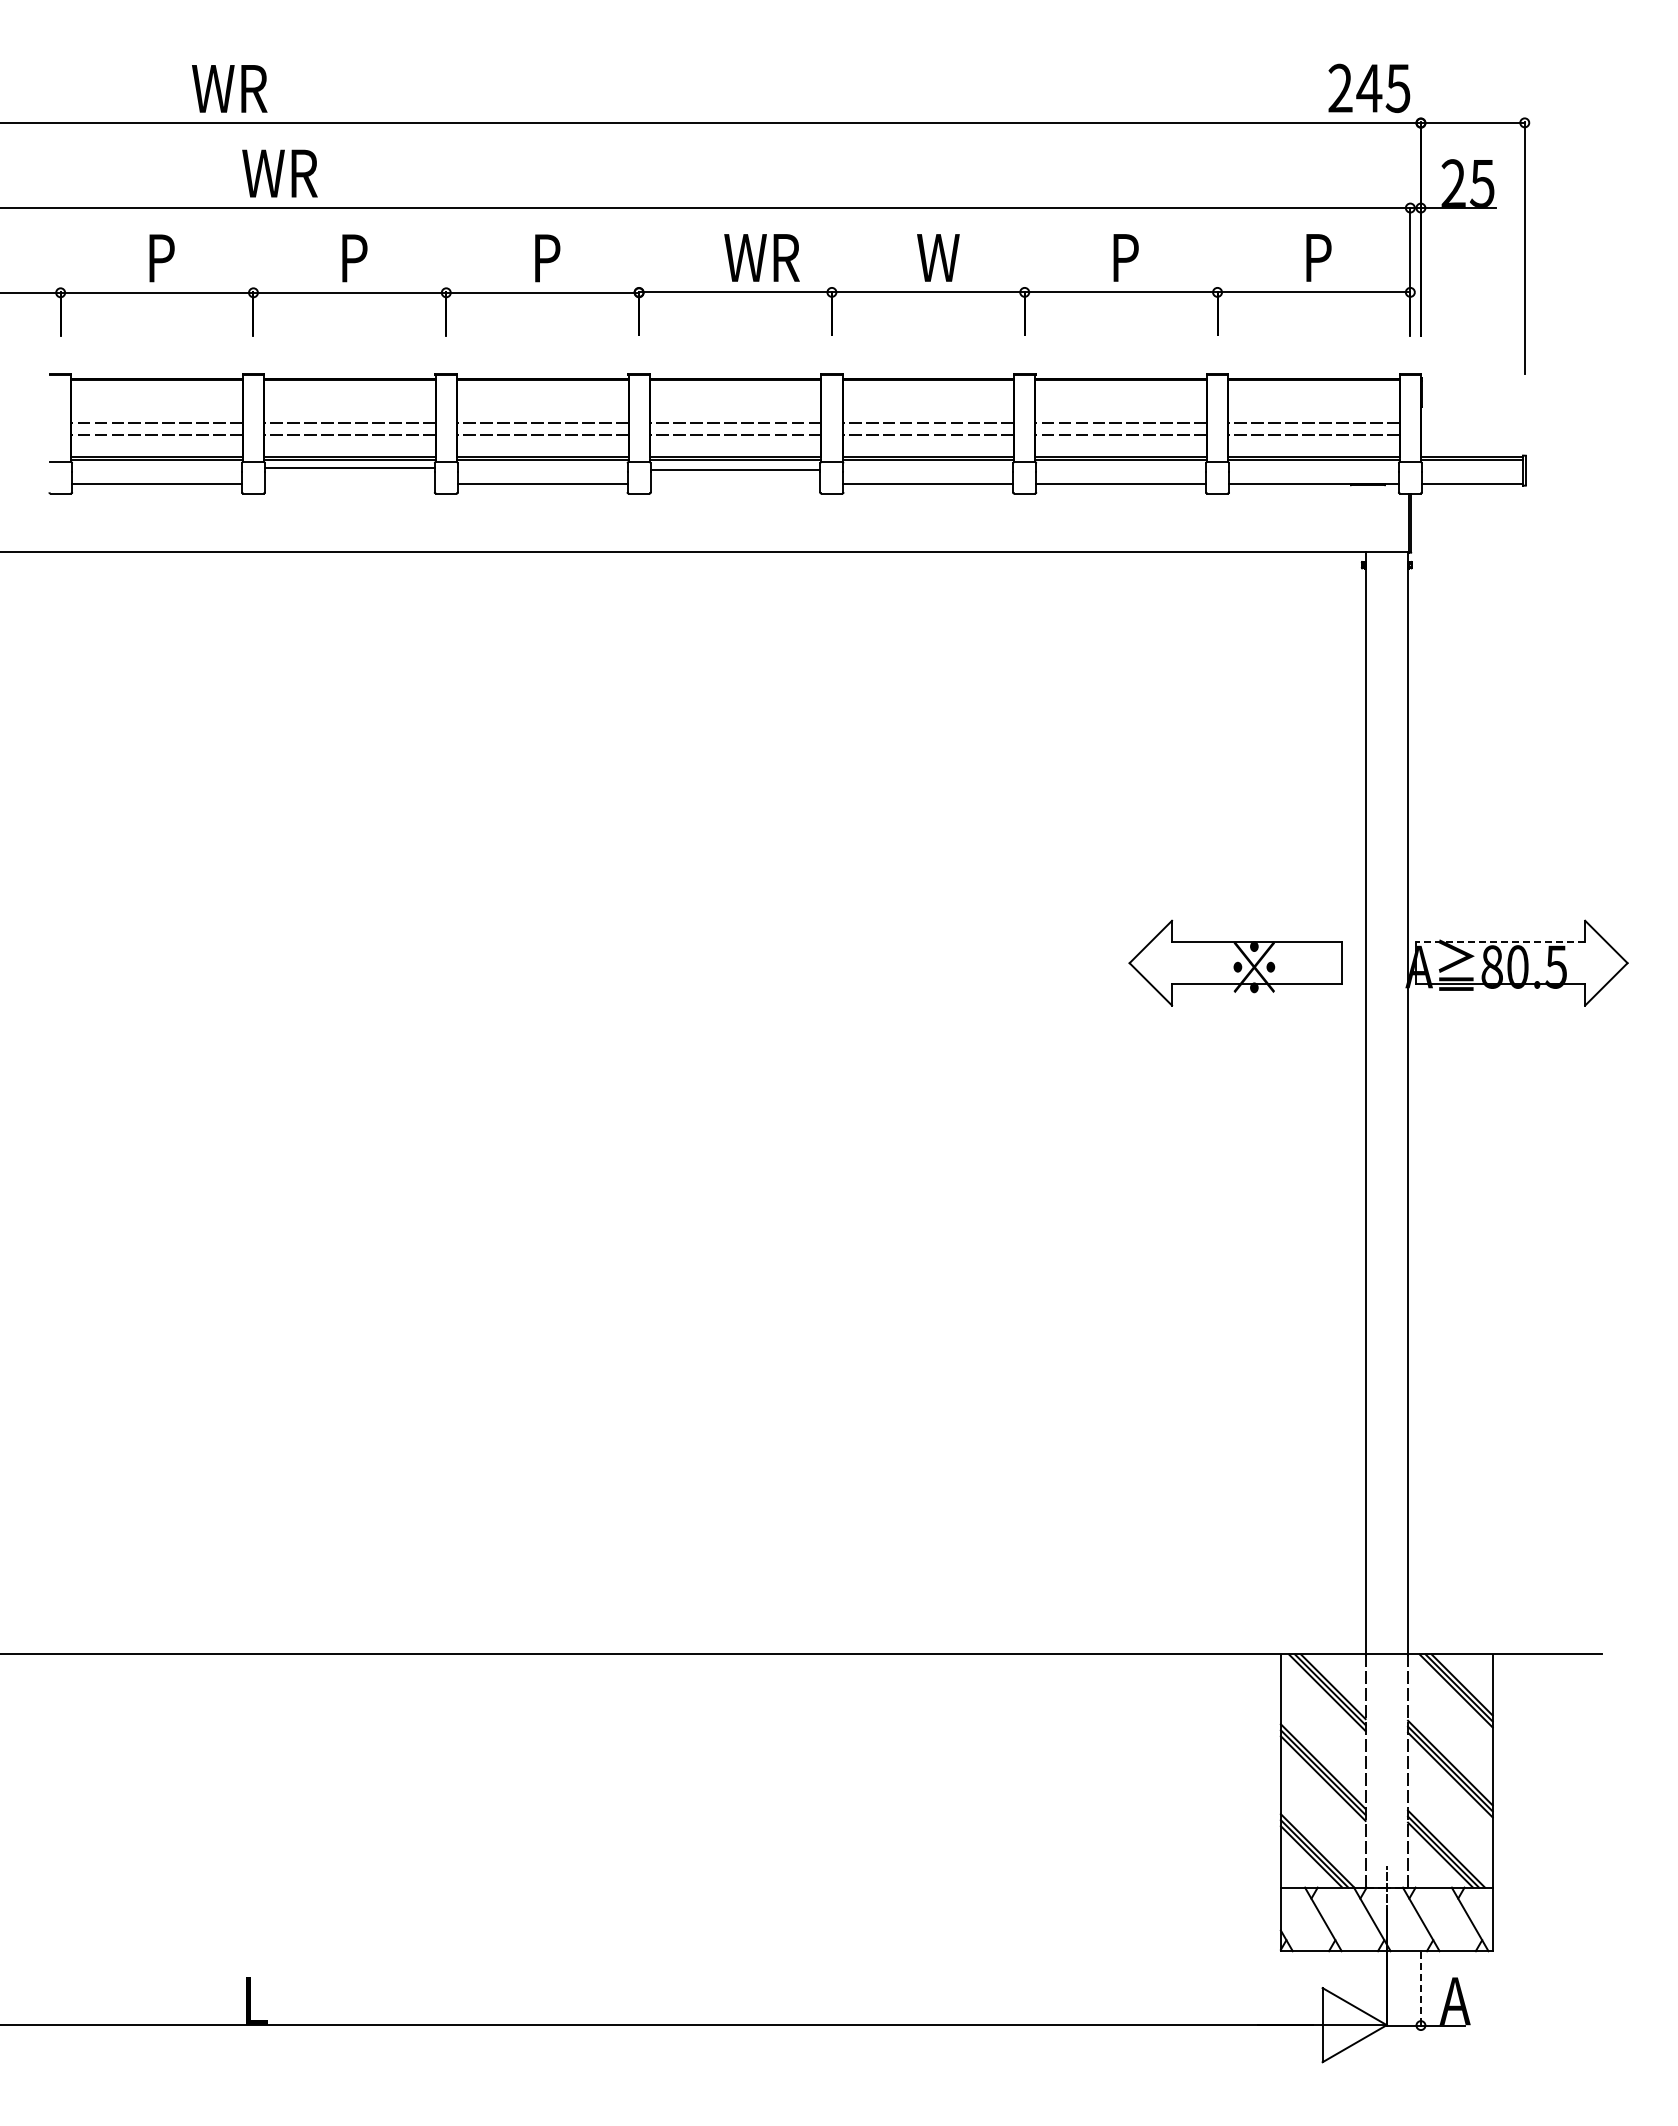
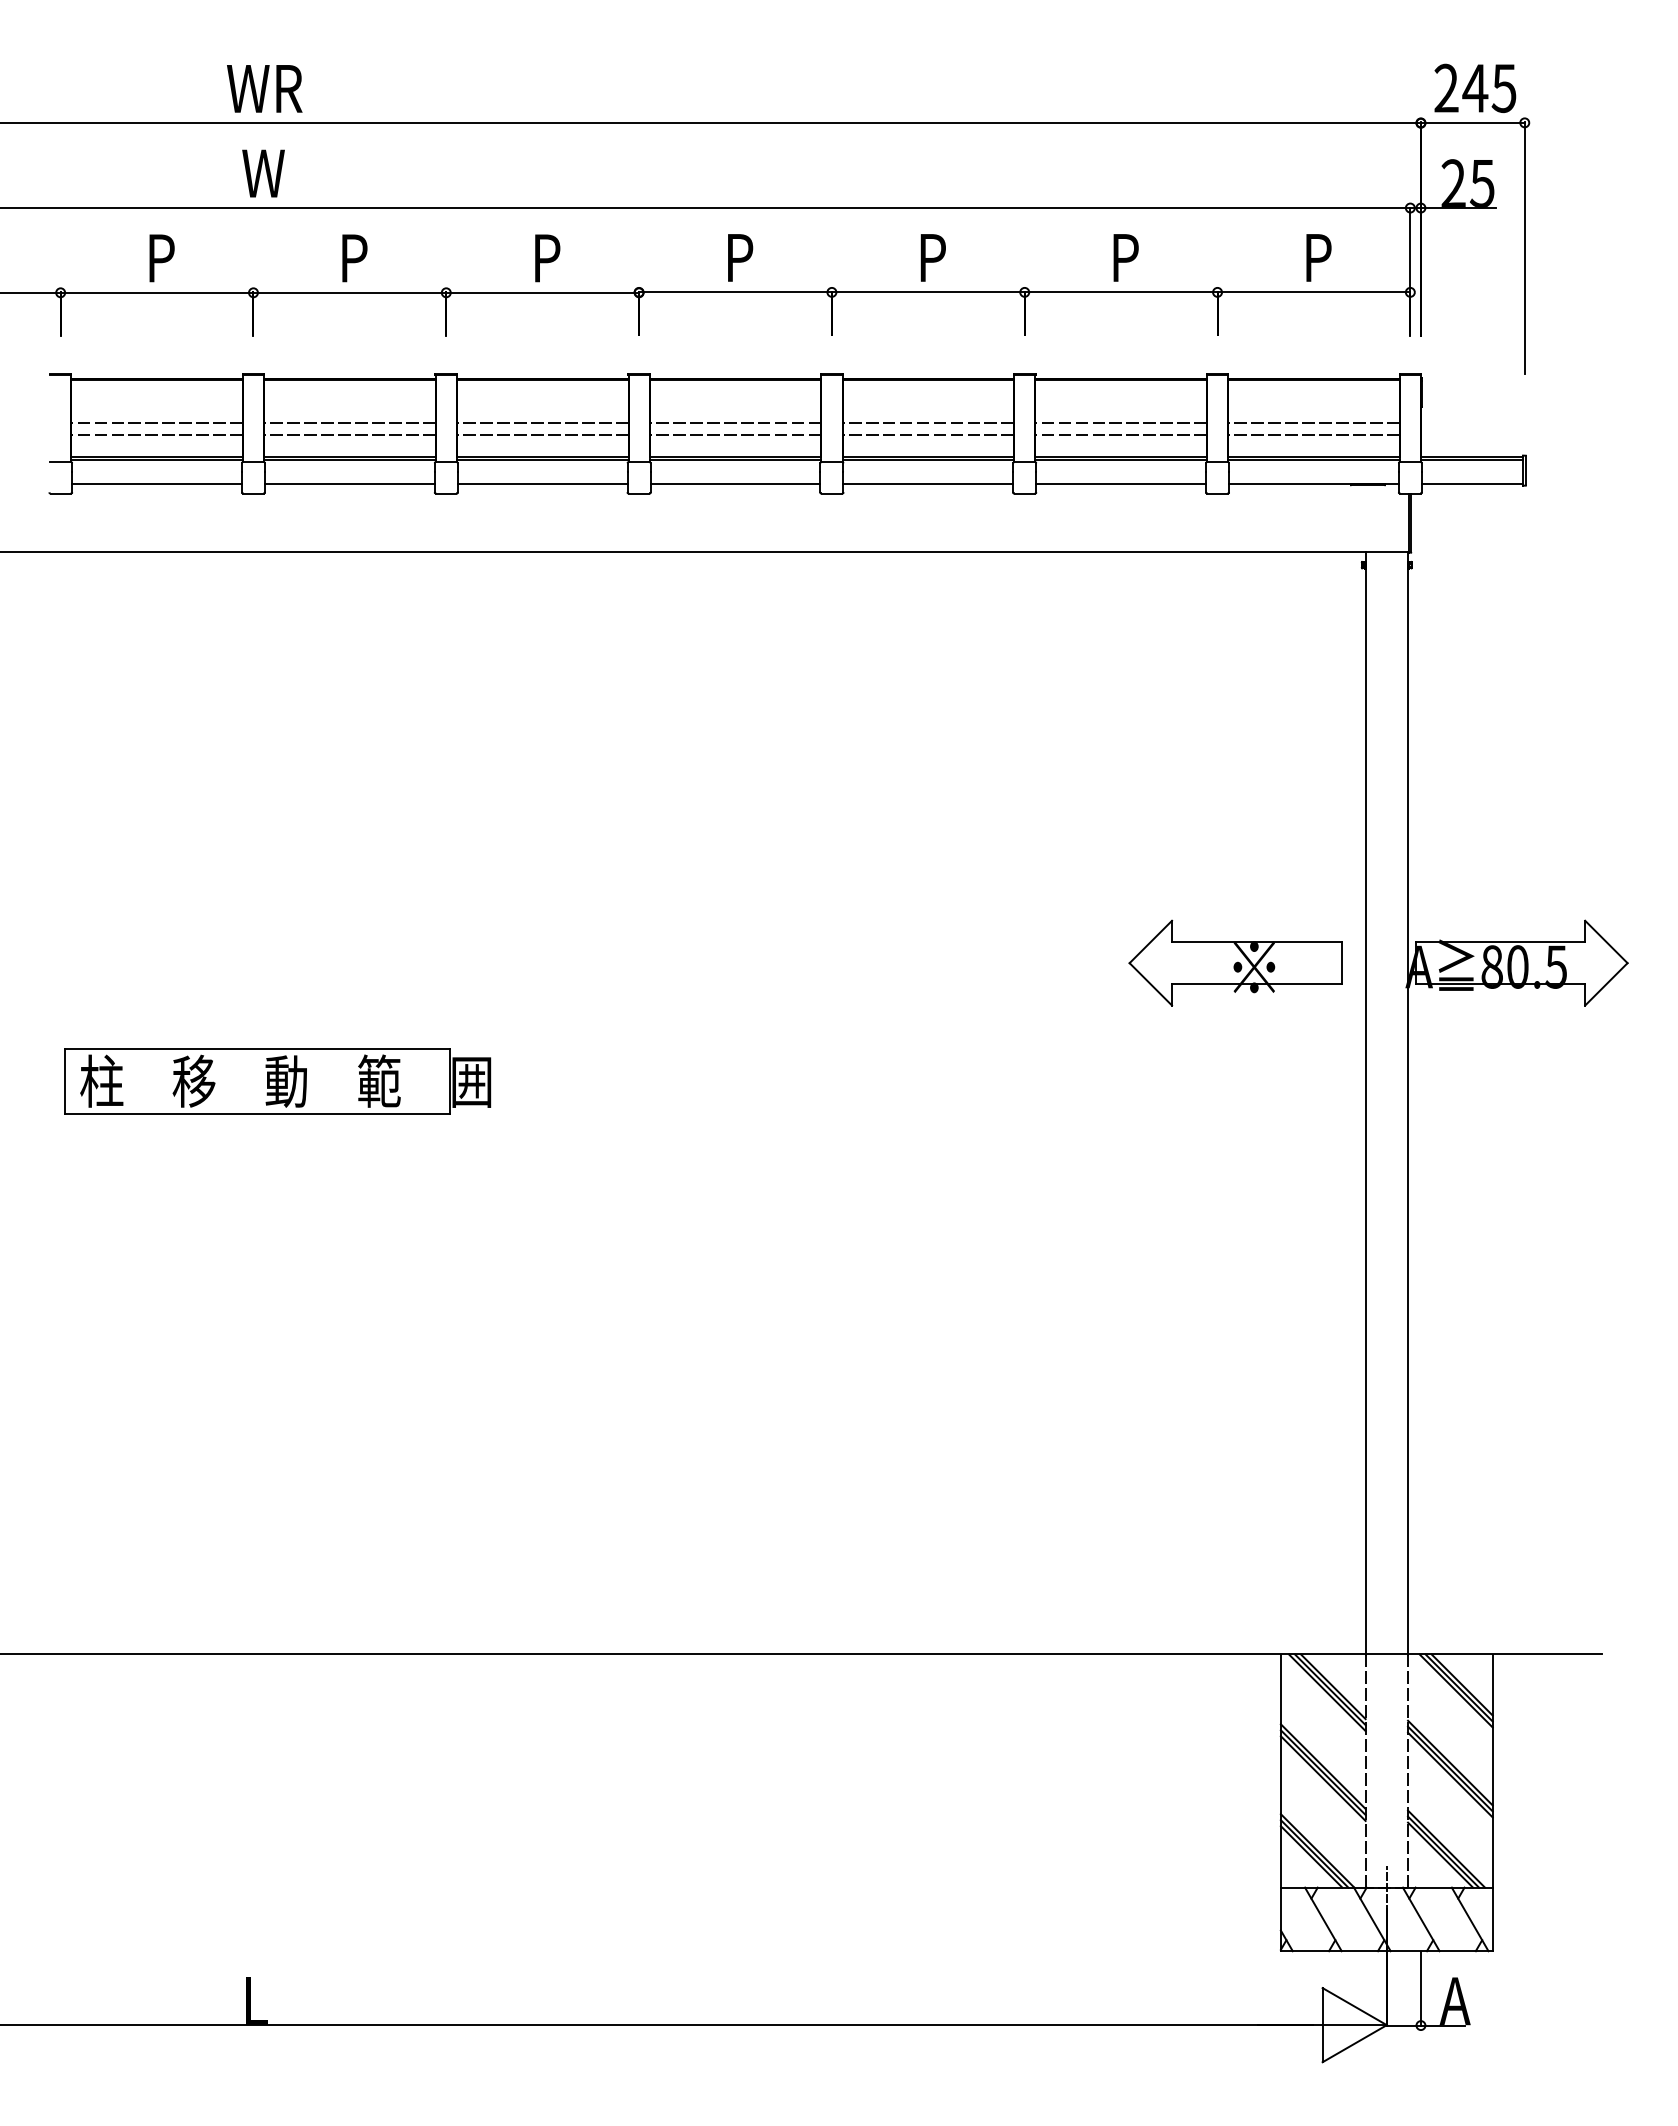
text at (1369, 87) position: (1369, 87) -> (1475, 87)
text at (229, 88) position: (229, 88) -> (264, 88)
text at (304, 173): WR -> W
text at (761, 257): WR -> P
text at (938, 257): W -> P
line at (349, 468) position: (349, 468) -> (349, 484)
line at (735, 470) position: (735, 470) -> (735, 484)
line at (1500, 941): dashed -> solid
part at (277, 1081): none -> present
line at (1420, 1989): dashed -> solid
